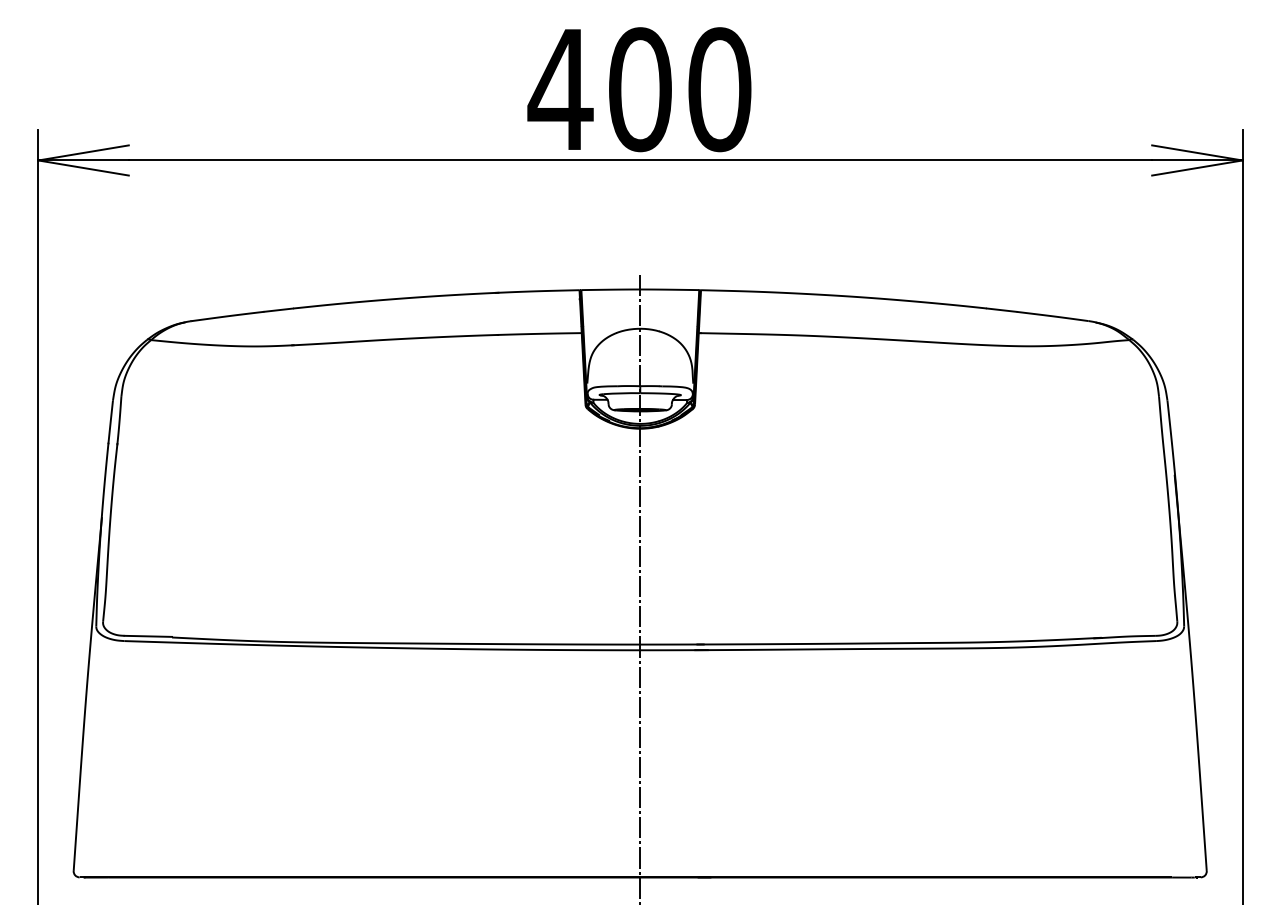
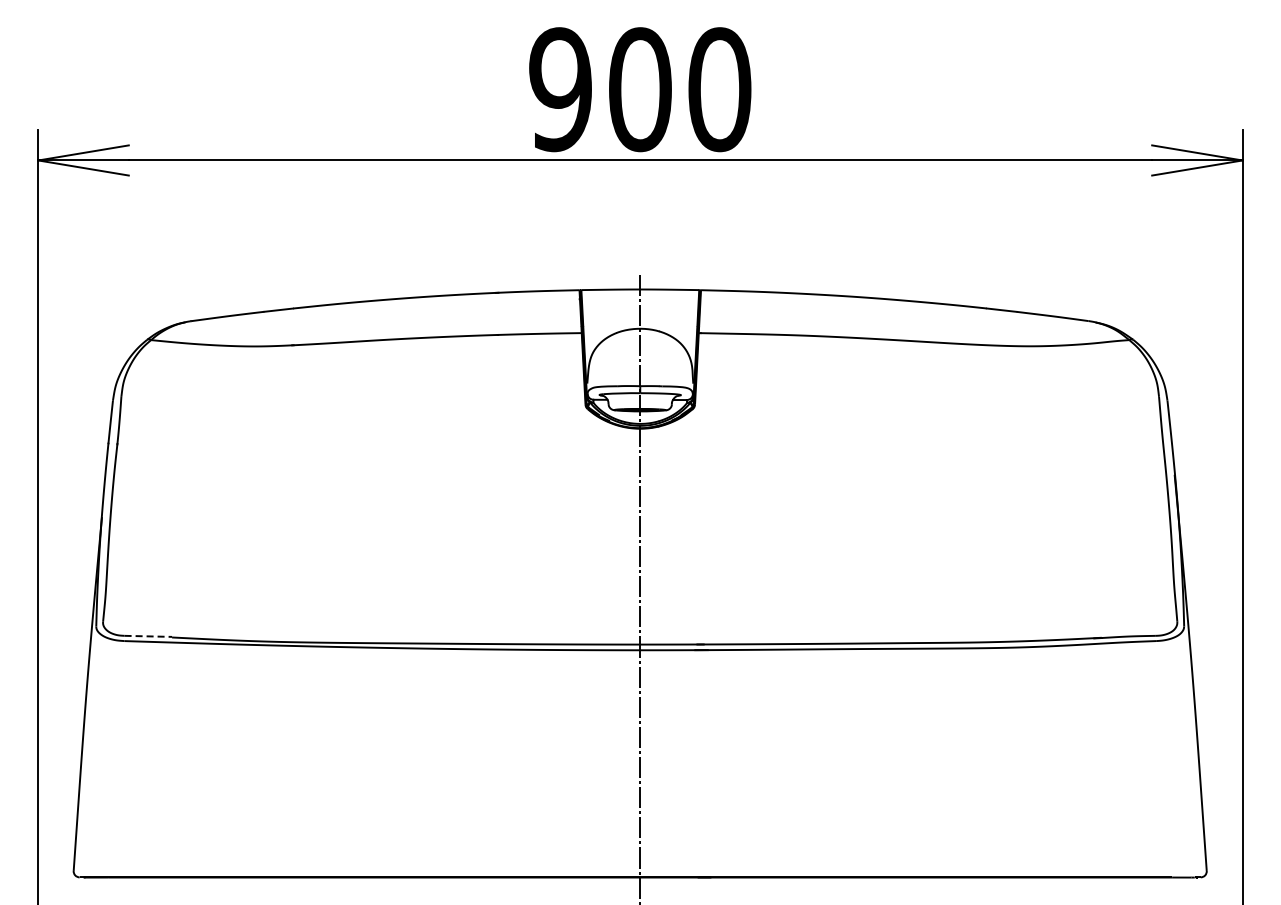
text at (560, 89): 400 -> 900
line at (148, 636): solid -> dashed
